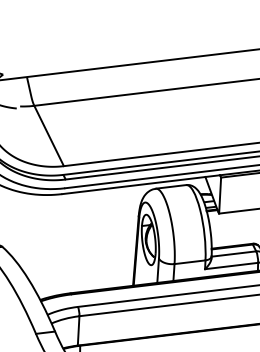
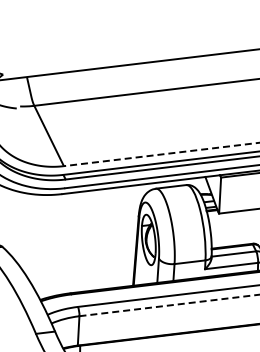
line at (161, 154): solid -> dashed
line at (169, 305): solid -> dashed
